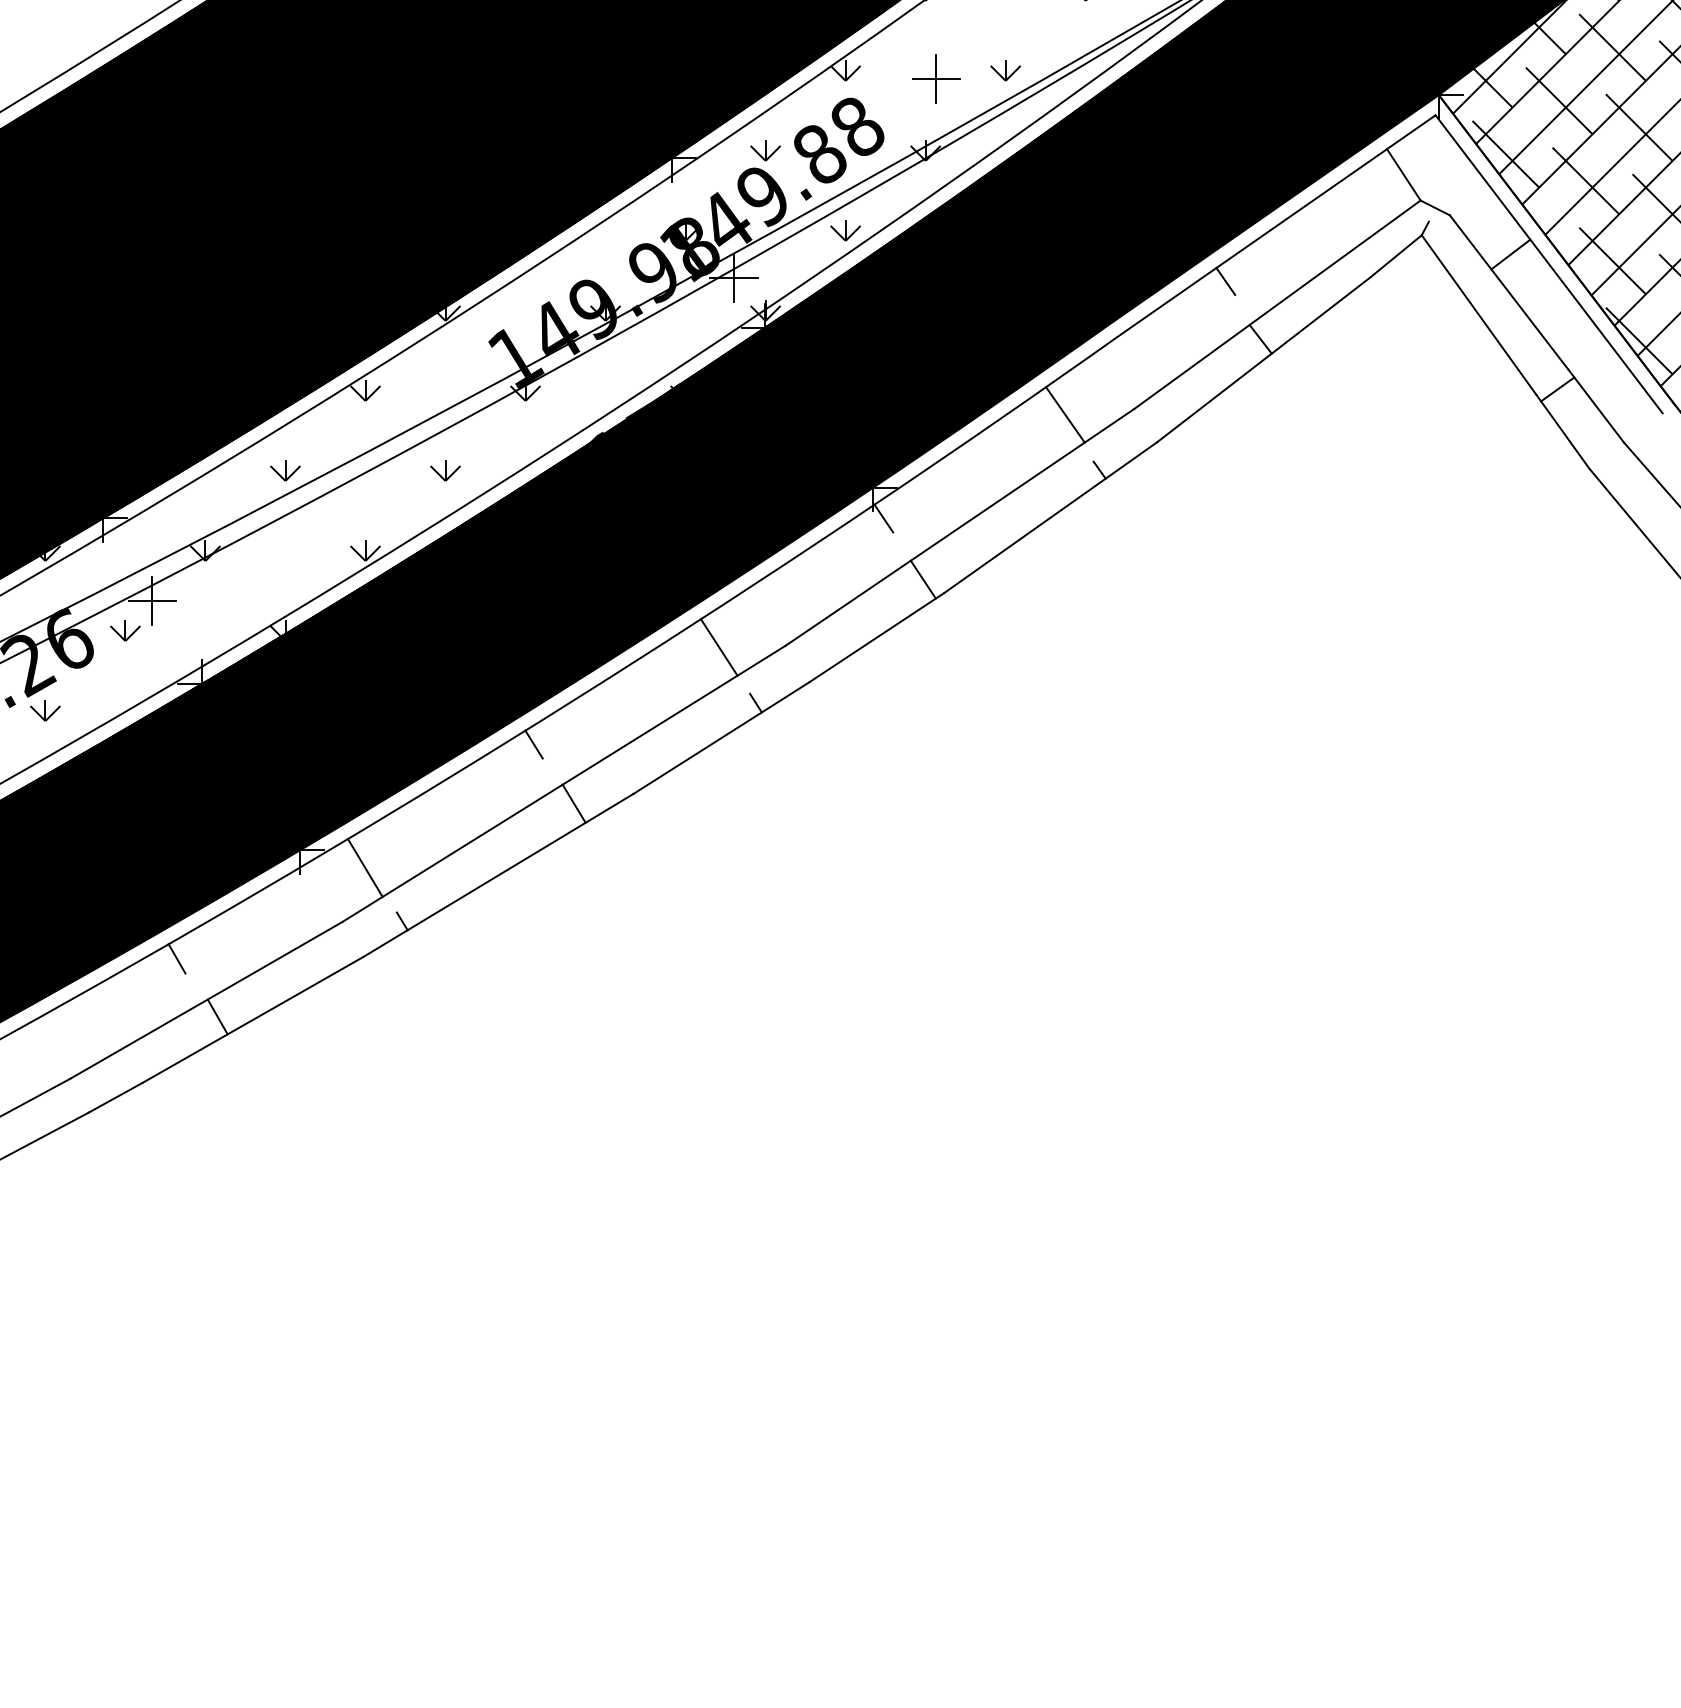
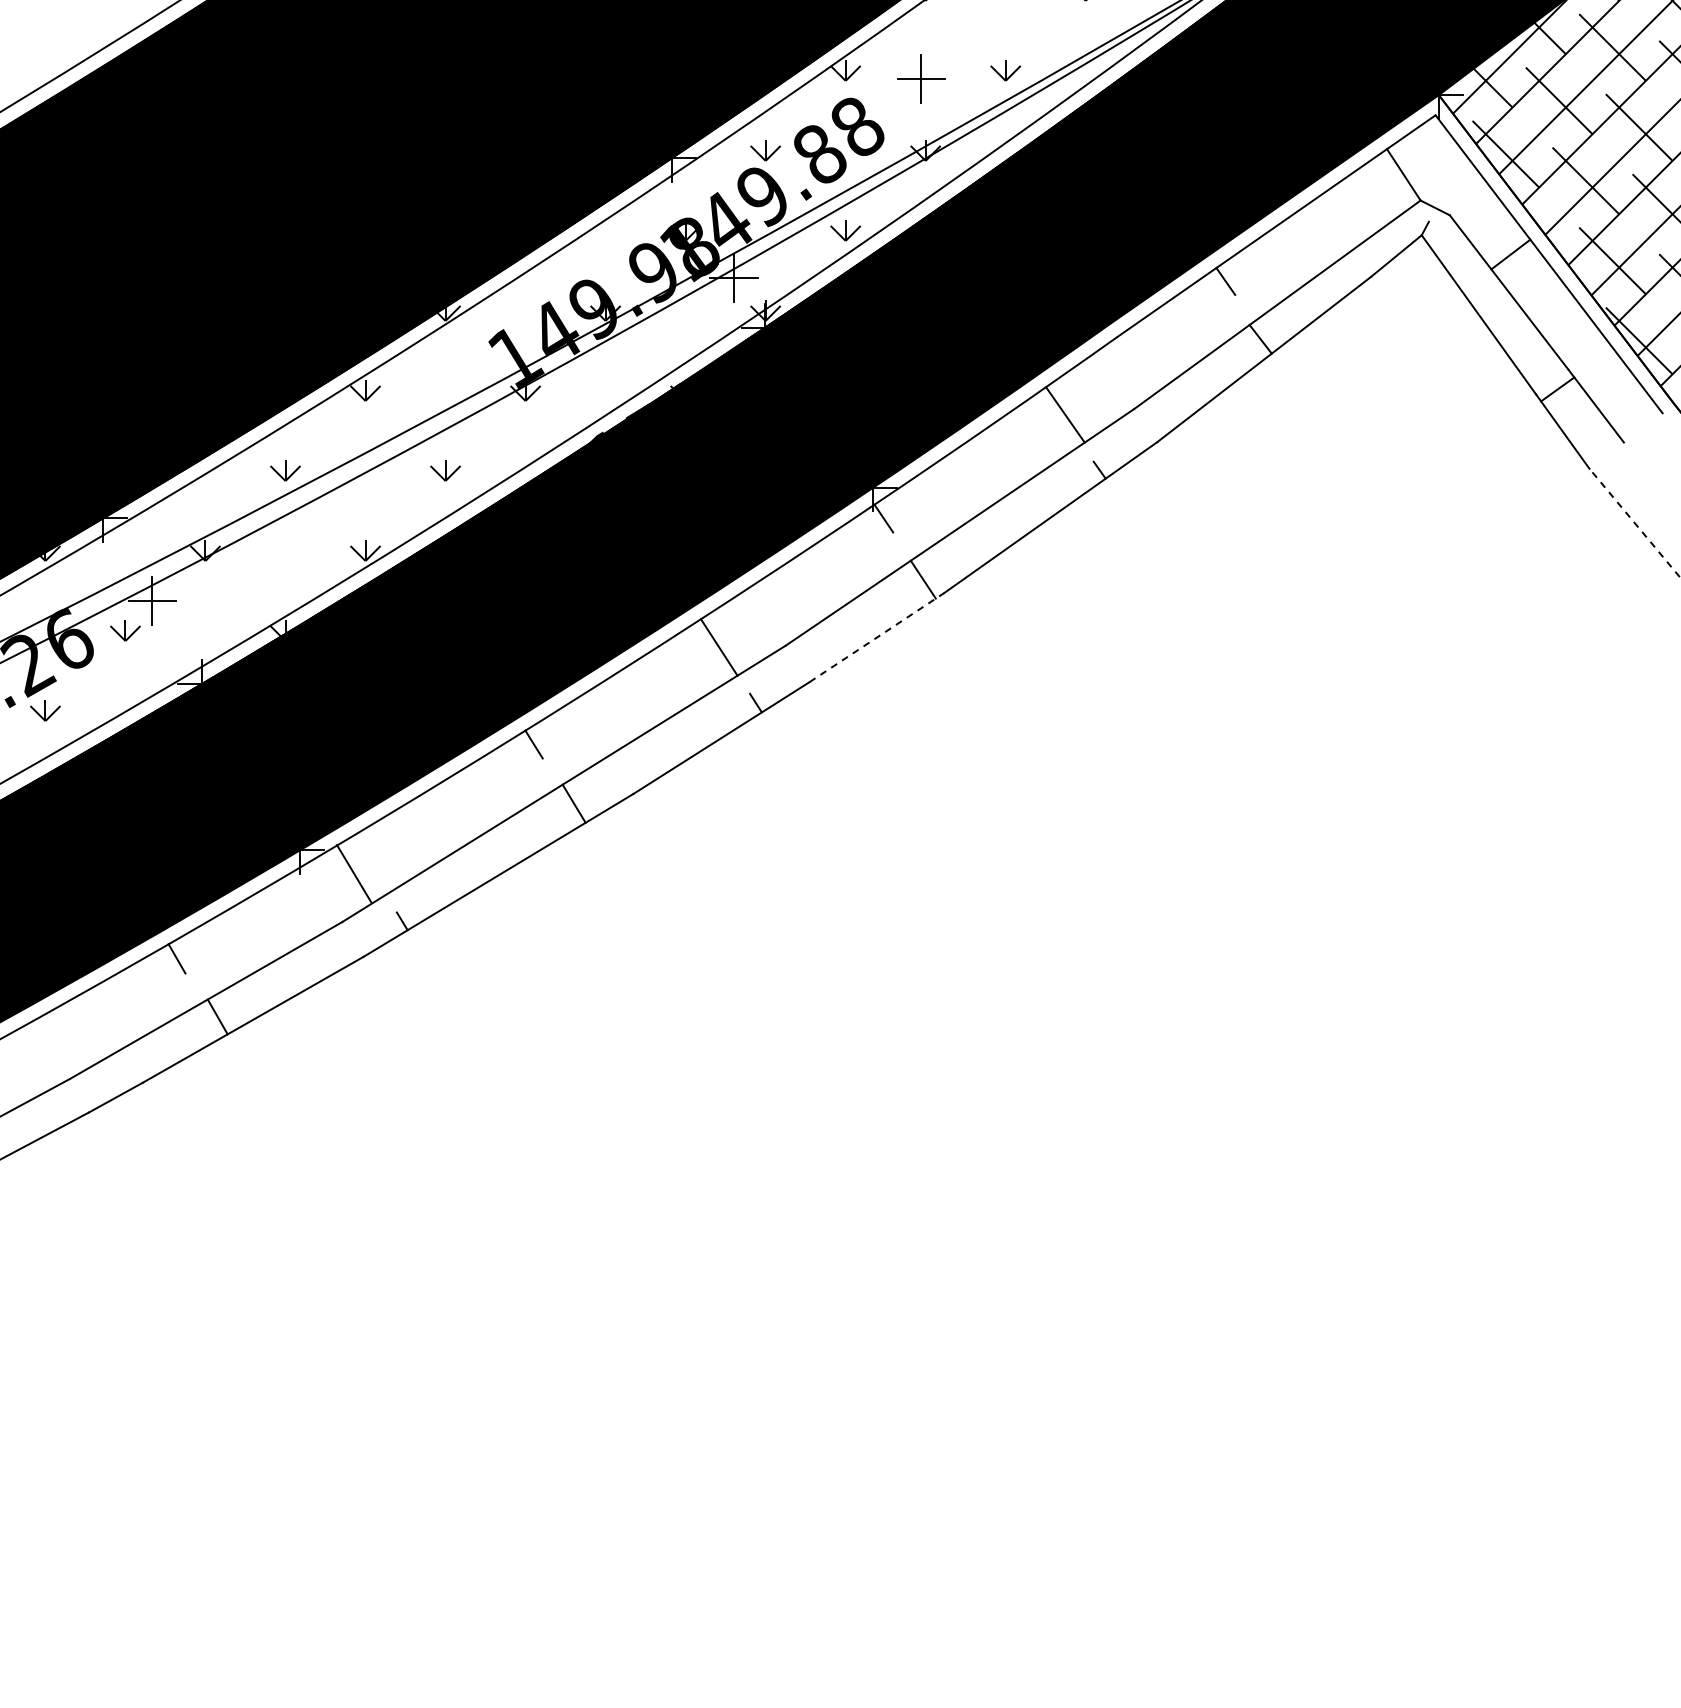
part at (936, 78) position: (936, 78) -> (921, 78)
line at (1650, 473): present -> none
line at (1634, 523): solid -> dashed
line at (876, 637): solid -> dashed
line at (364, 867) position: (364, 867) -> (353, 873)
